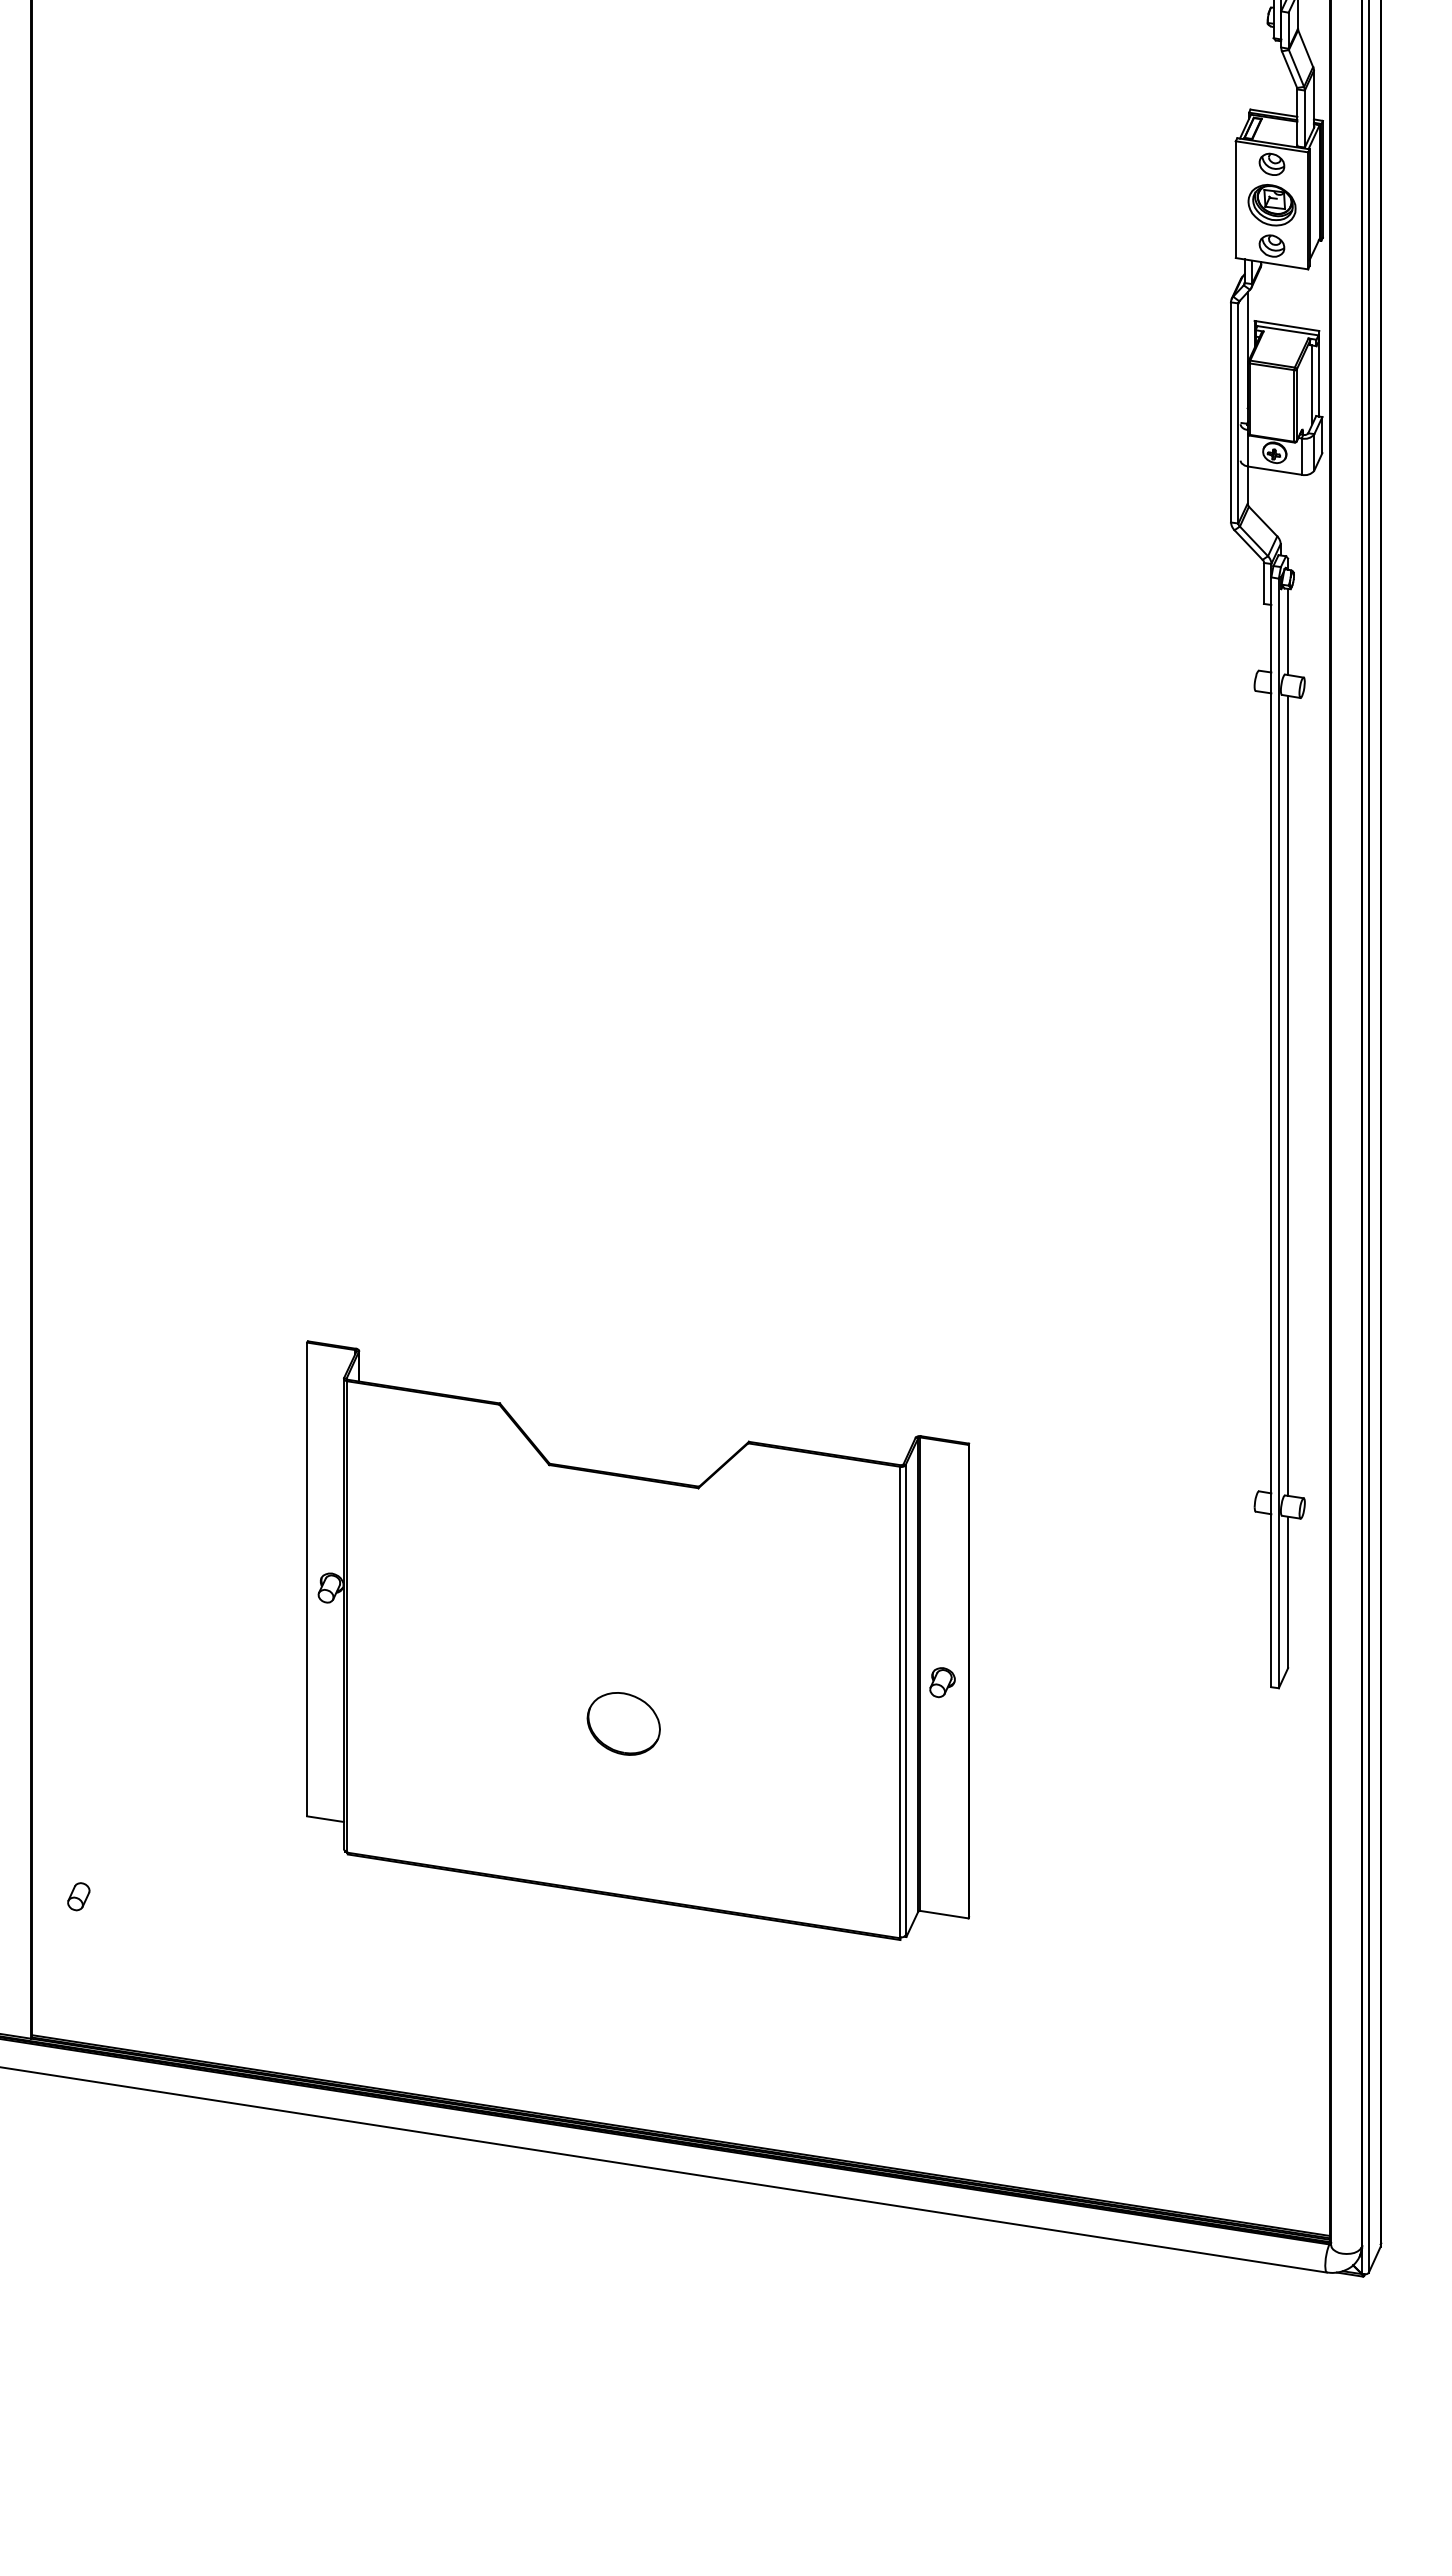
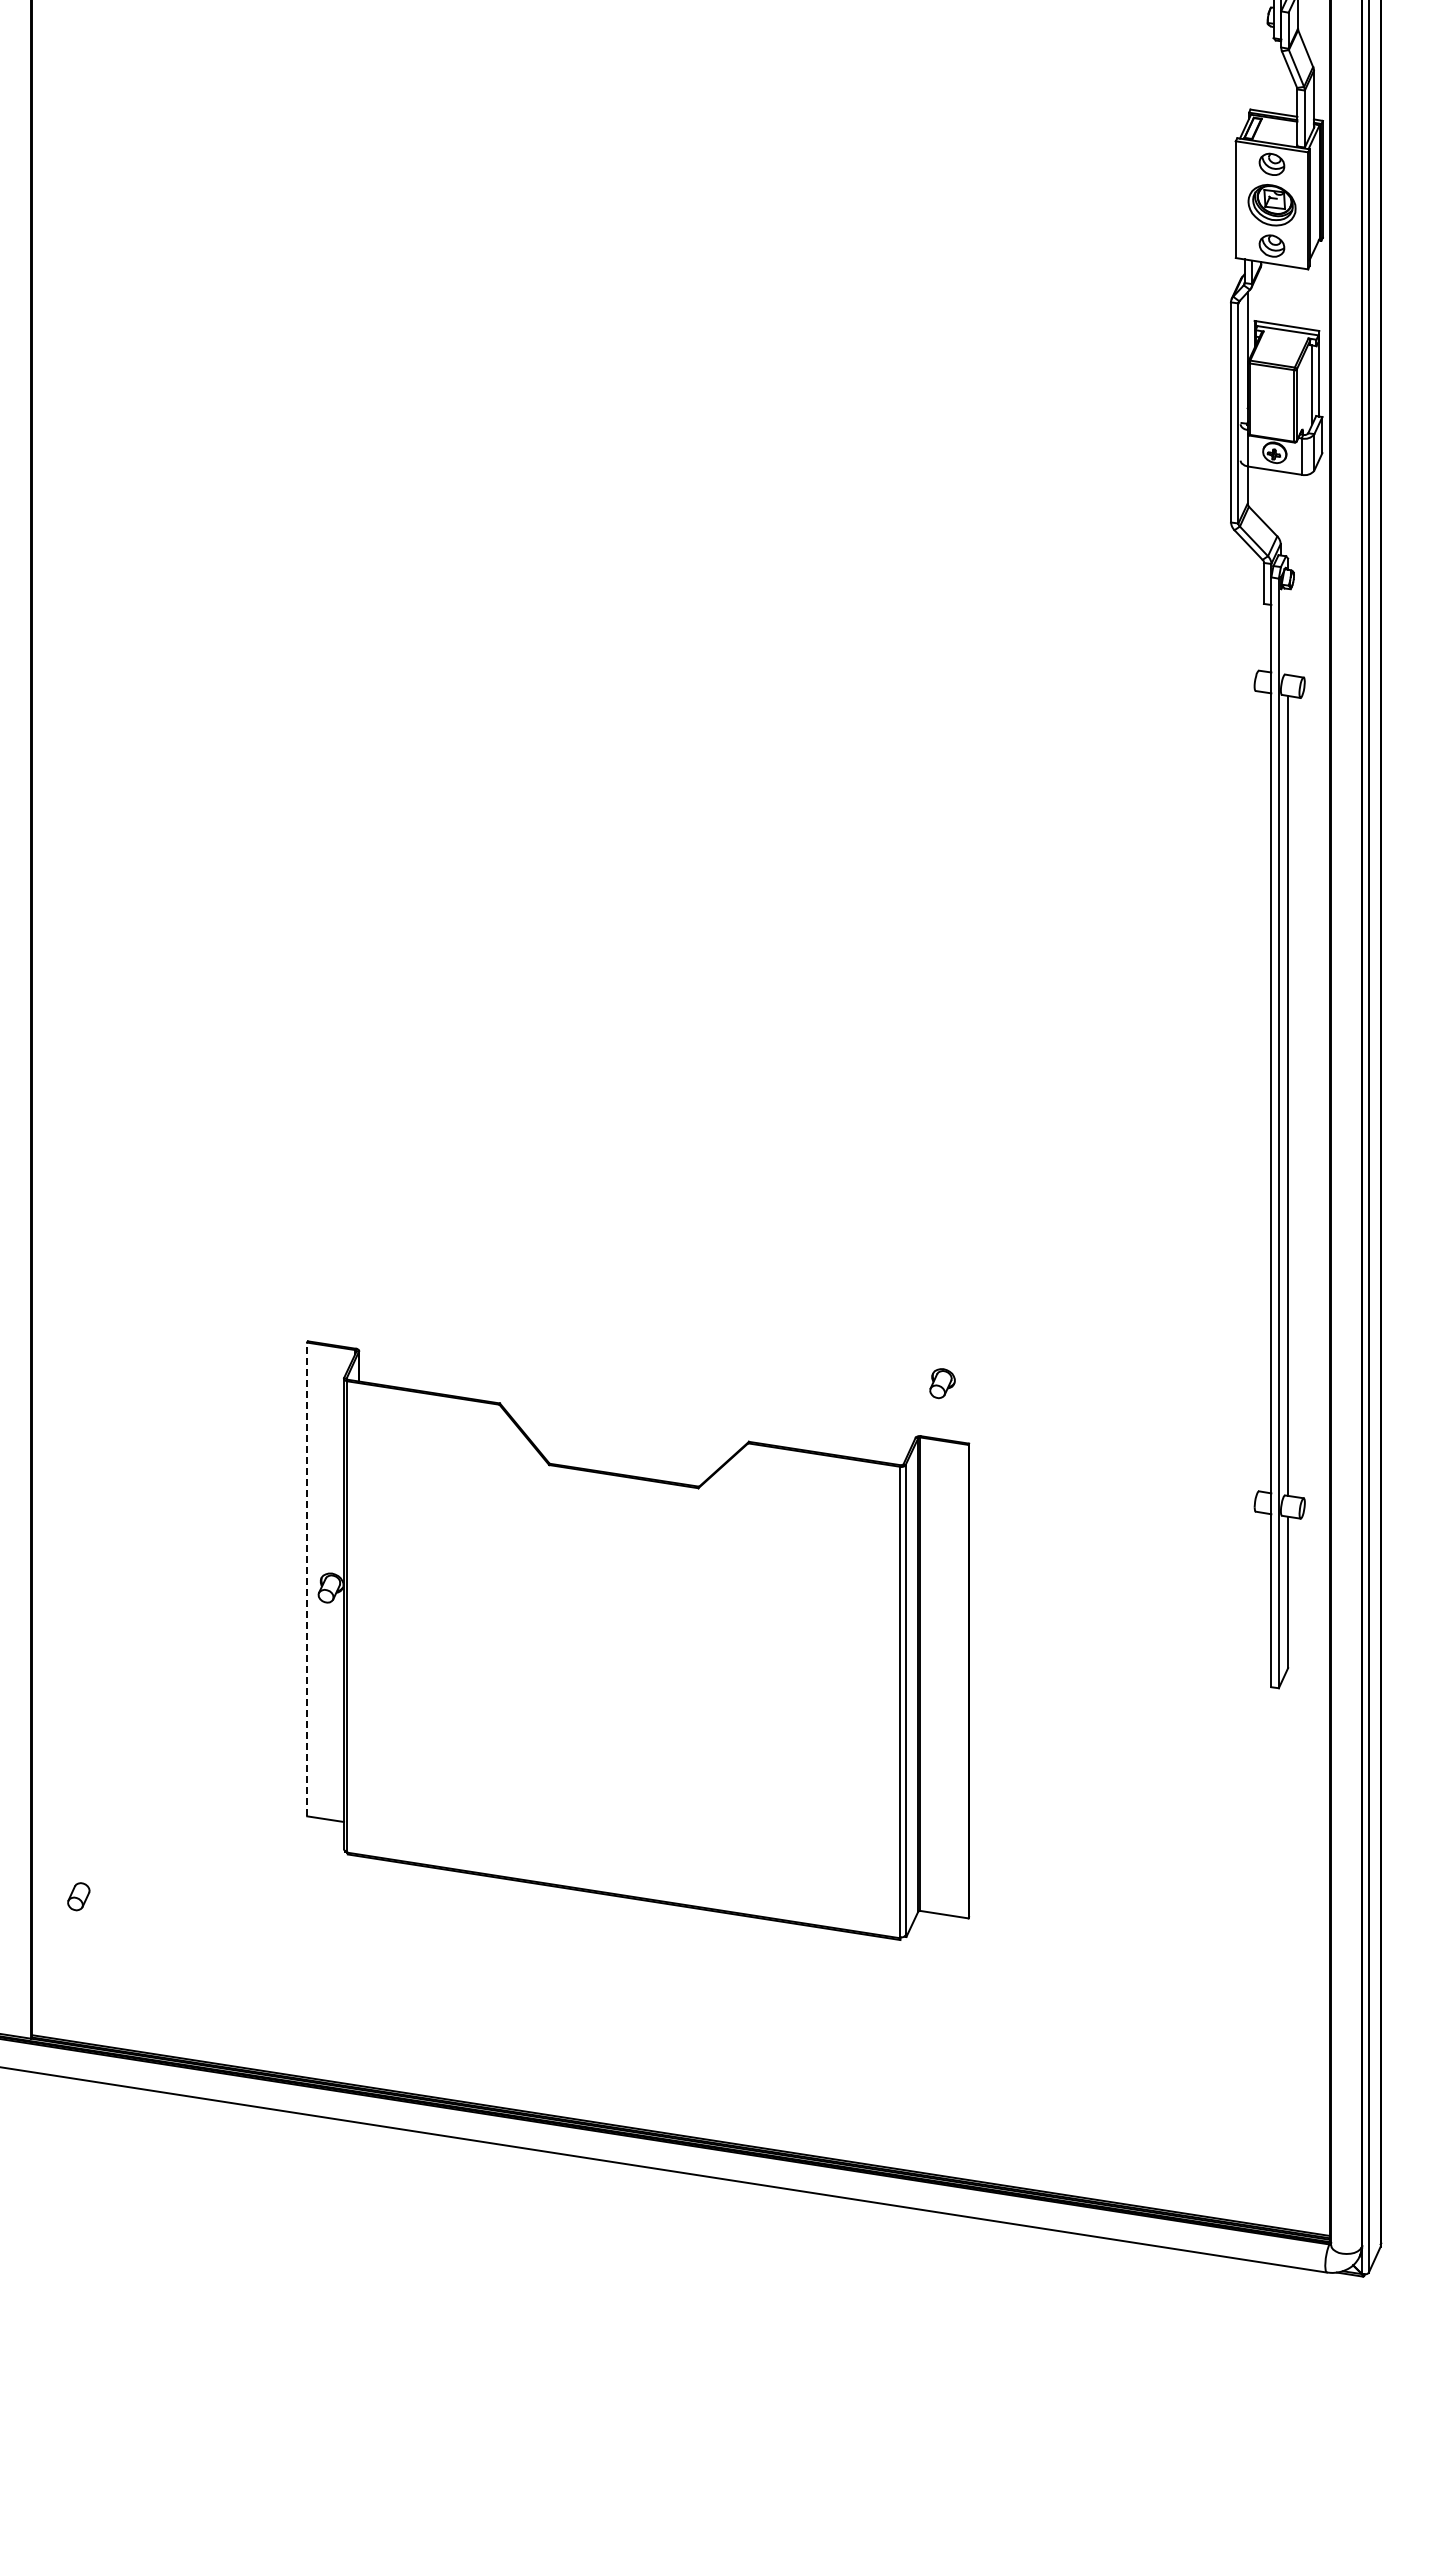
line at (1288, 631): present -> none
line at (307, 1579): solid -> dashed
part at (942, 1682) position: (942, 1682) -> (942, 1383)
part at (623, 1723): present -> none
